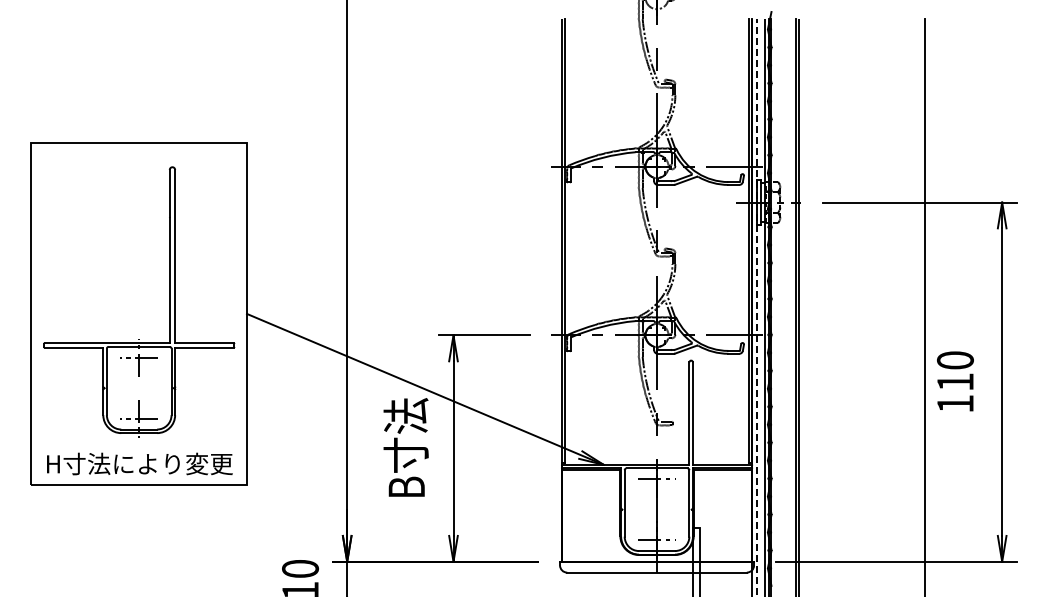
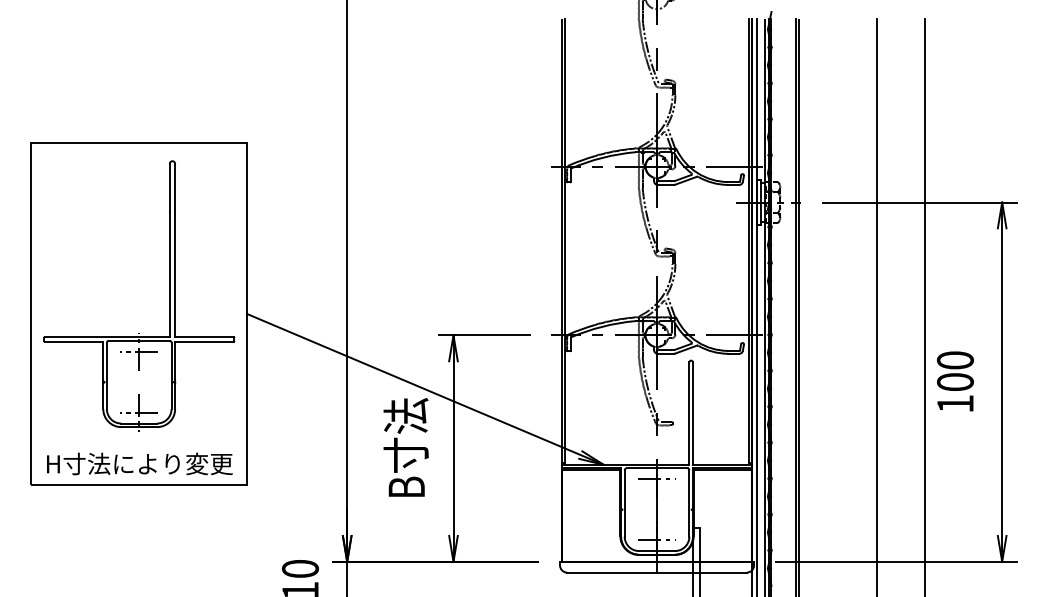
part at (169, 301) position: (169, 301) -> (169, 295)
line at (876, 306): none -> present
line at (756, 307): dashed -> solid
text at (955, 381): 110 -> 100
